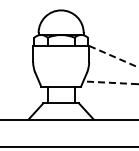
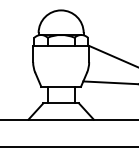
line at (113, 56): dashed -> solid
line at (110, 82): dashed -> solid
